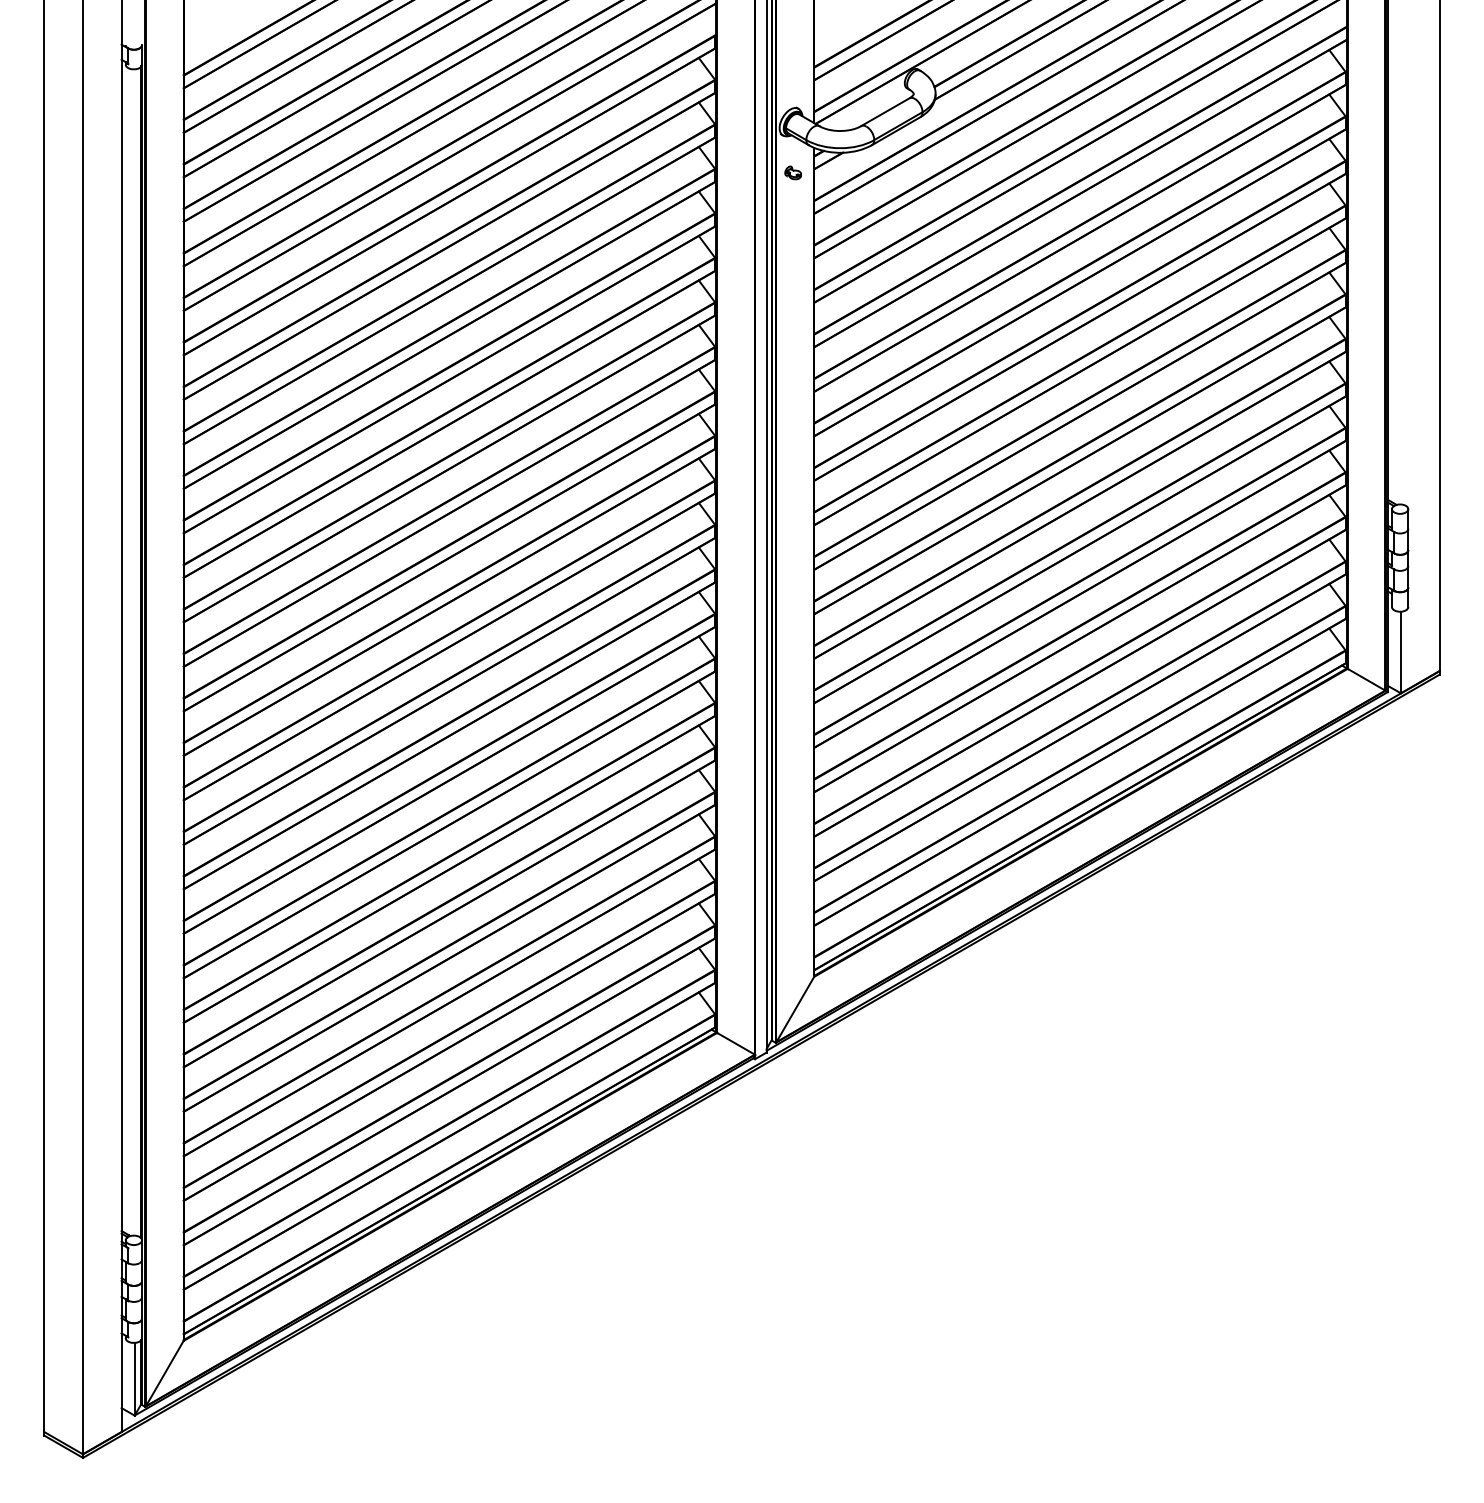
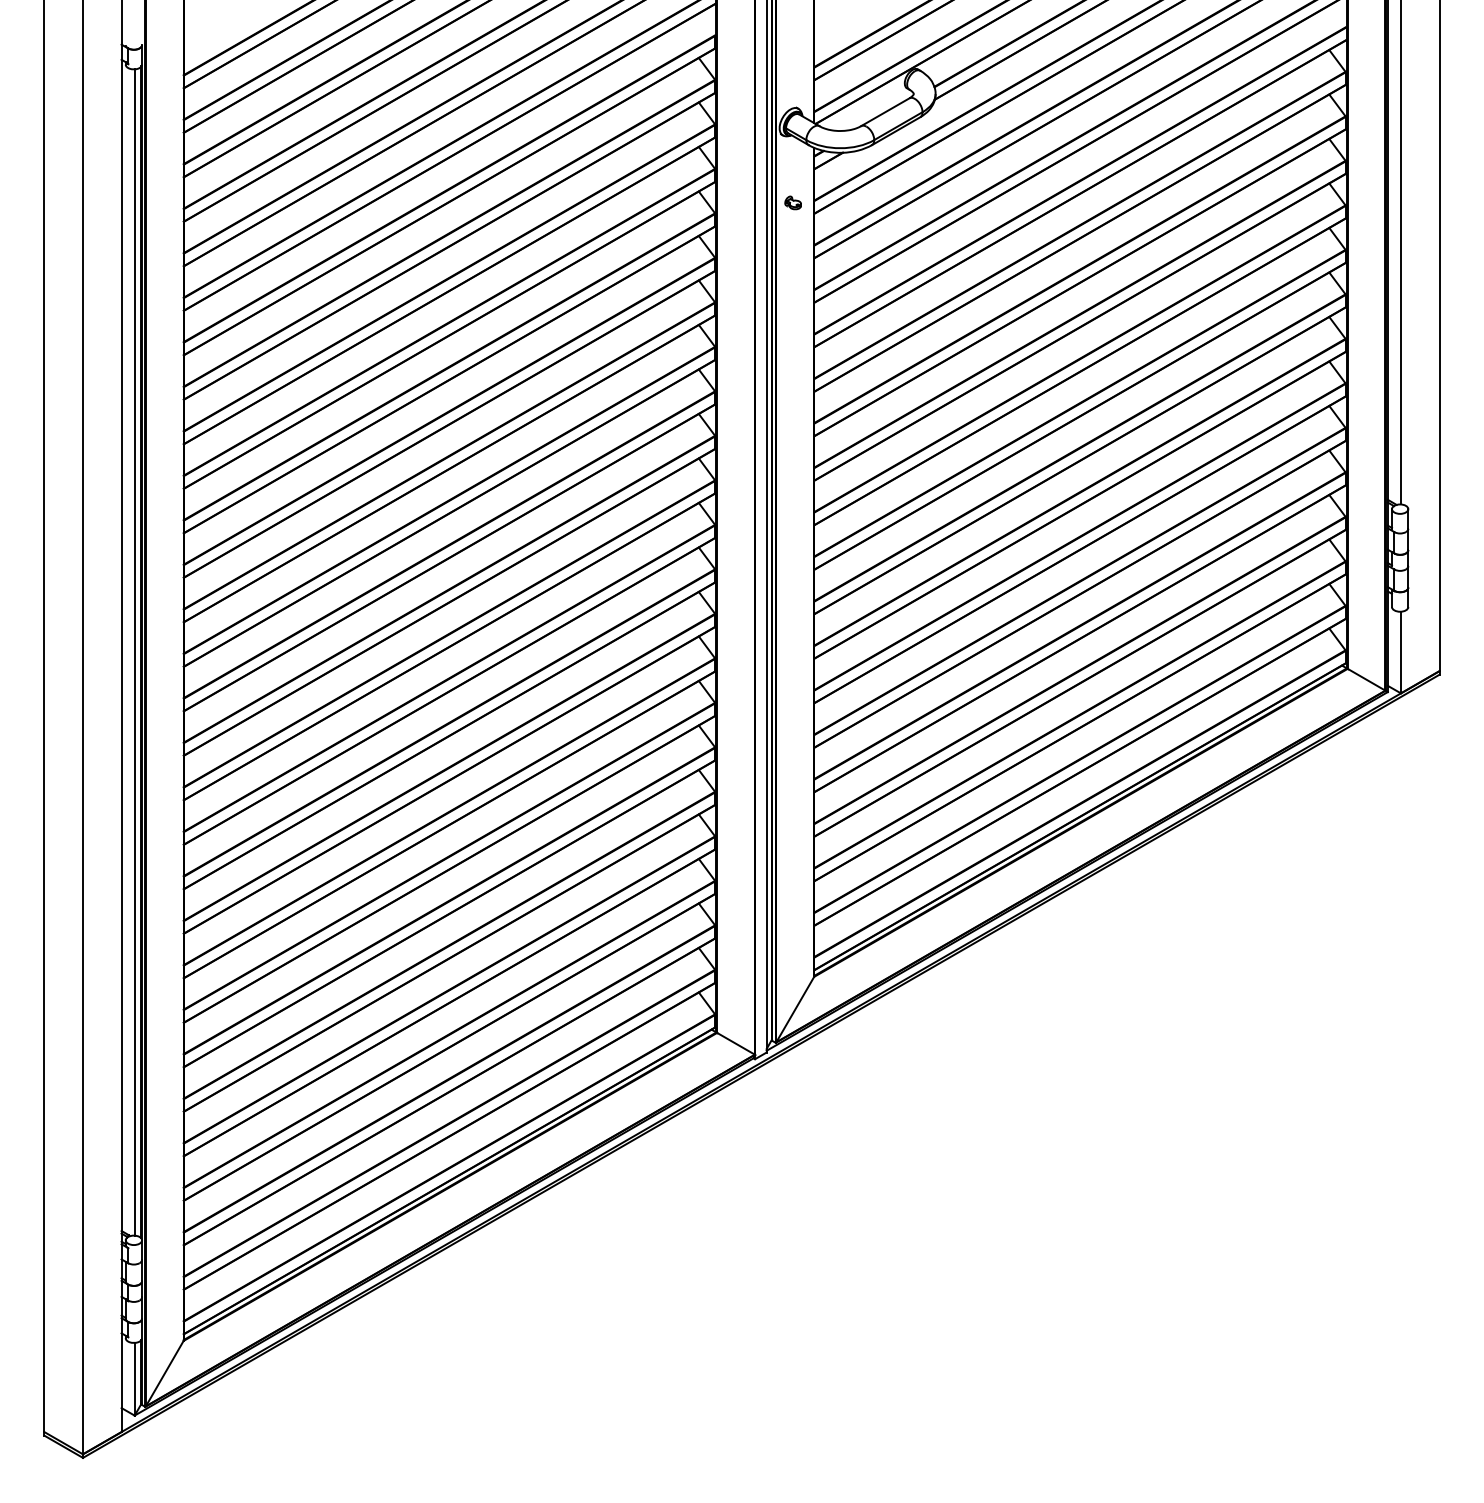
part at (792, 172) position: (792, 172) -> (792, 202)
line at (1401, 253): none -> present
line at (134, 652): none -> present
